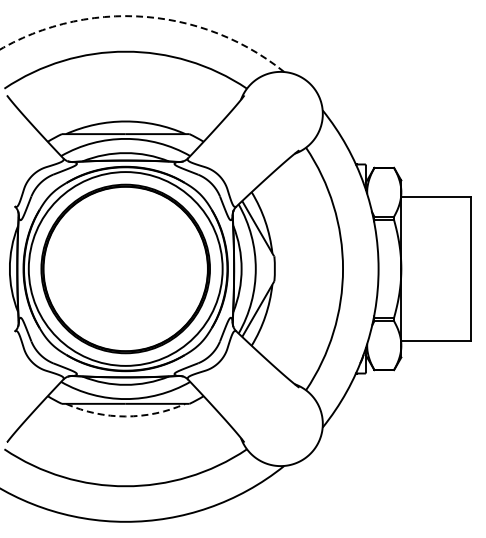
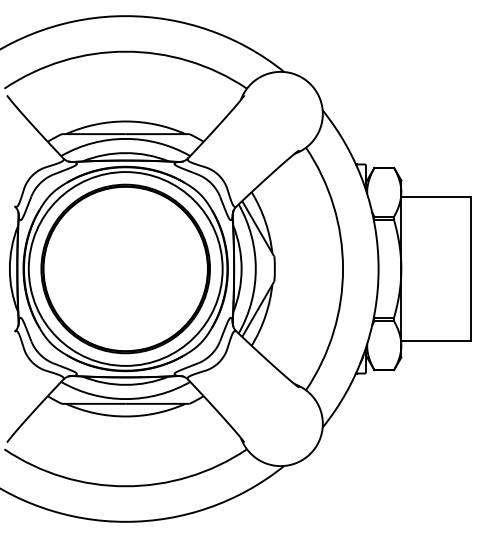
arc at (144, 16): dashed -> solid
arc at (125, 416): dashed -> solid
